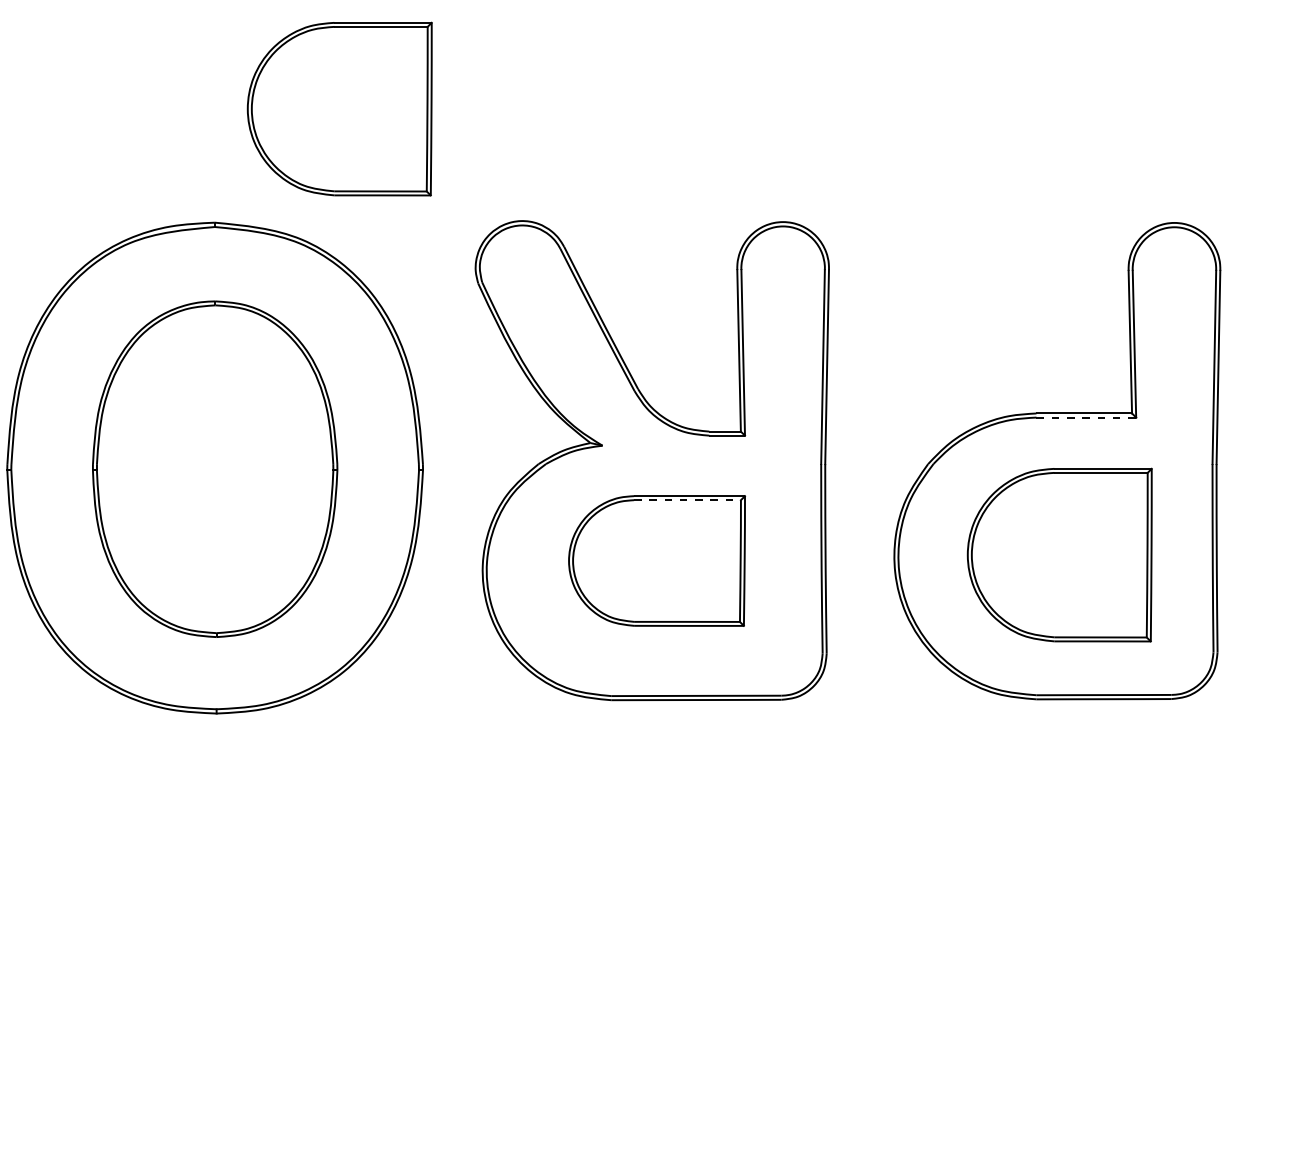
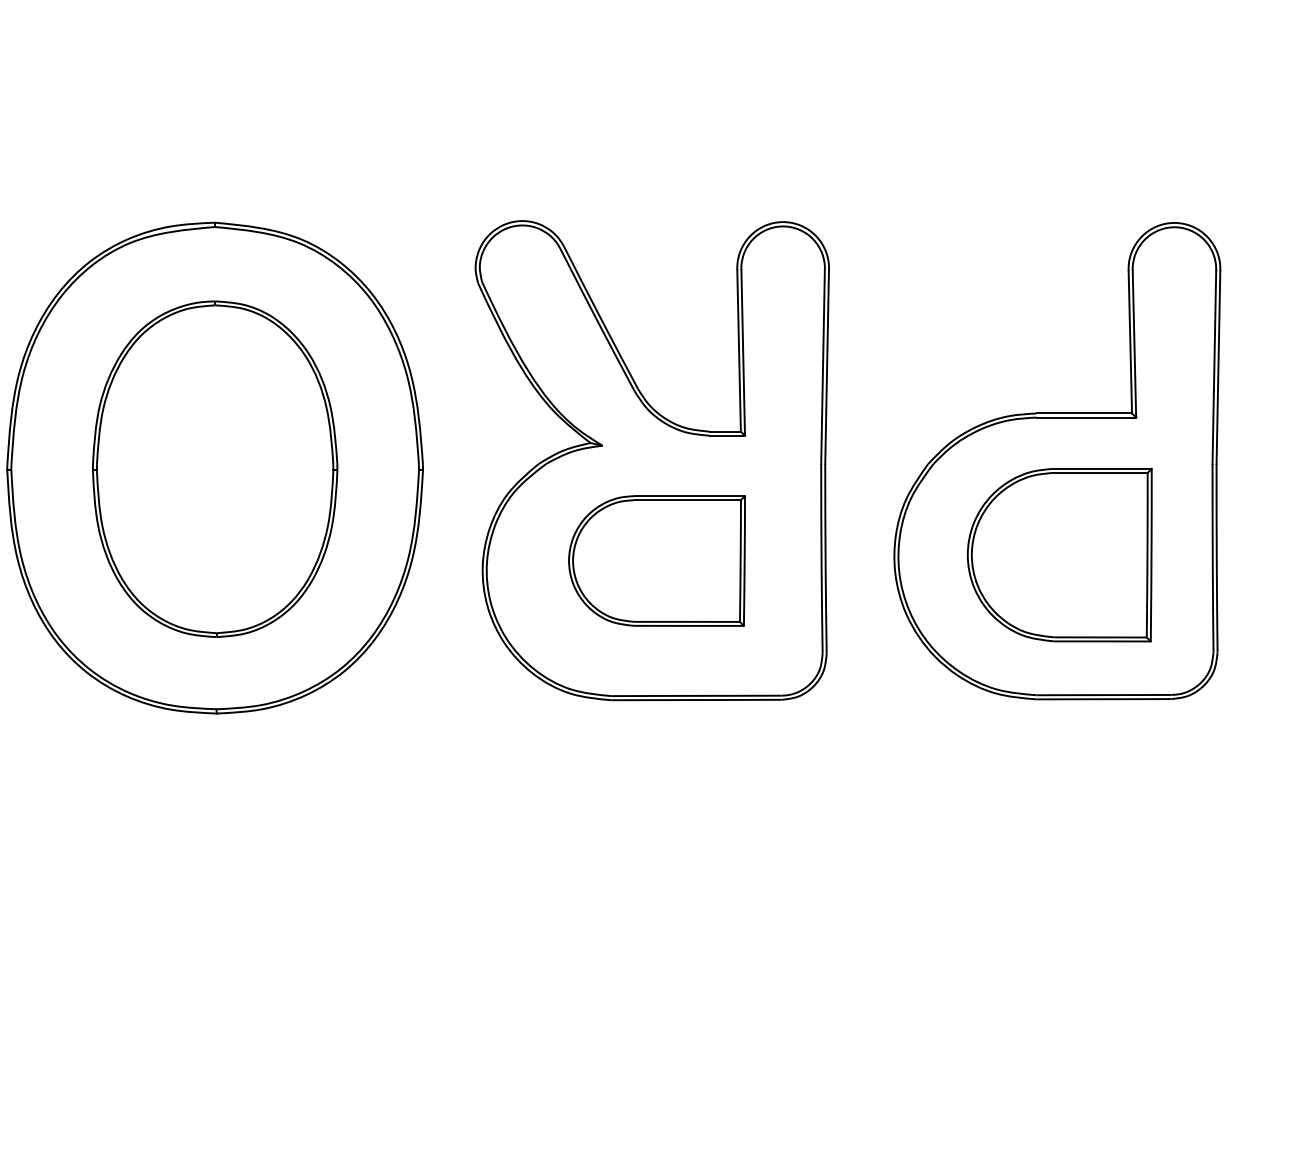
part at (339, 108): present -> none
line at (1087, 417): dashed -> solid
line at (687, 500): dashed -> solid
